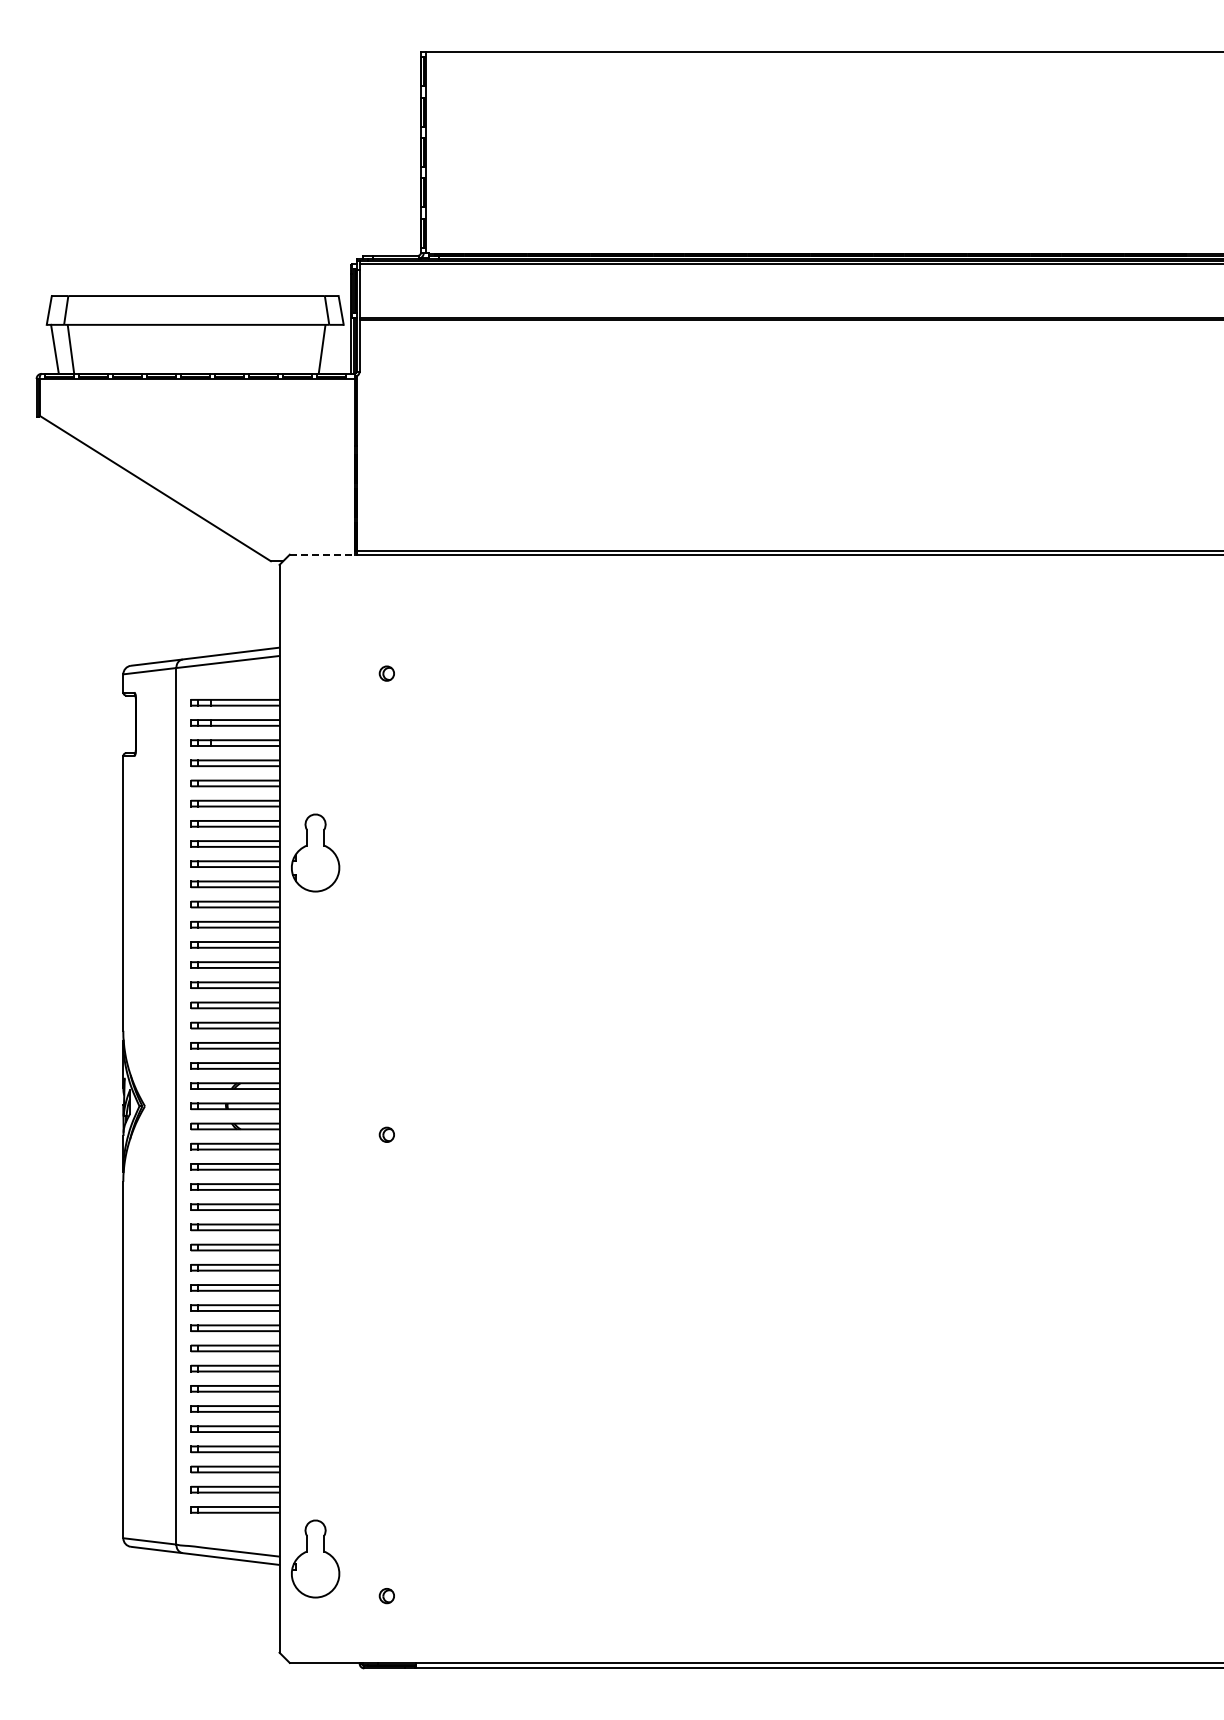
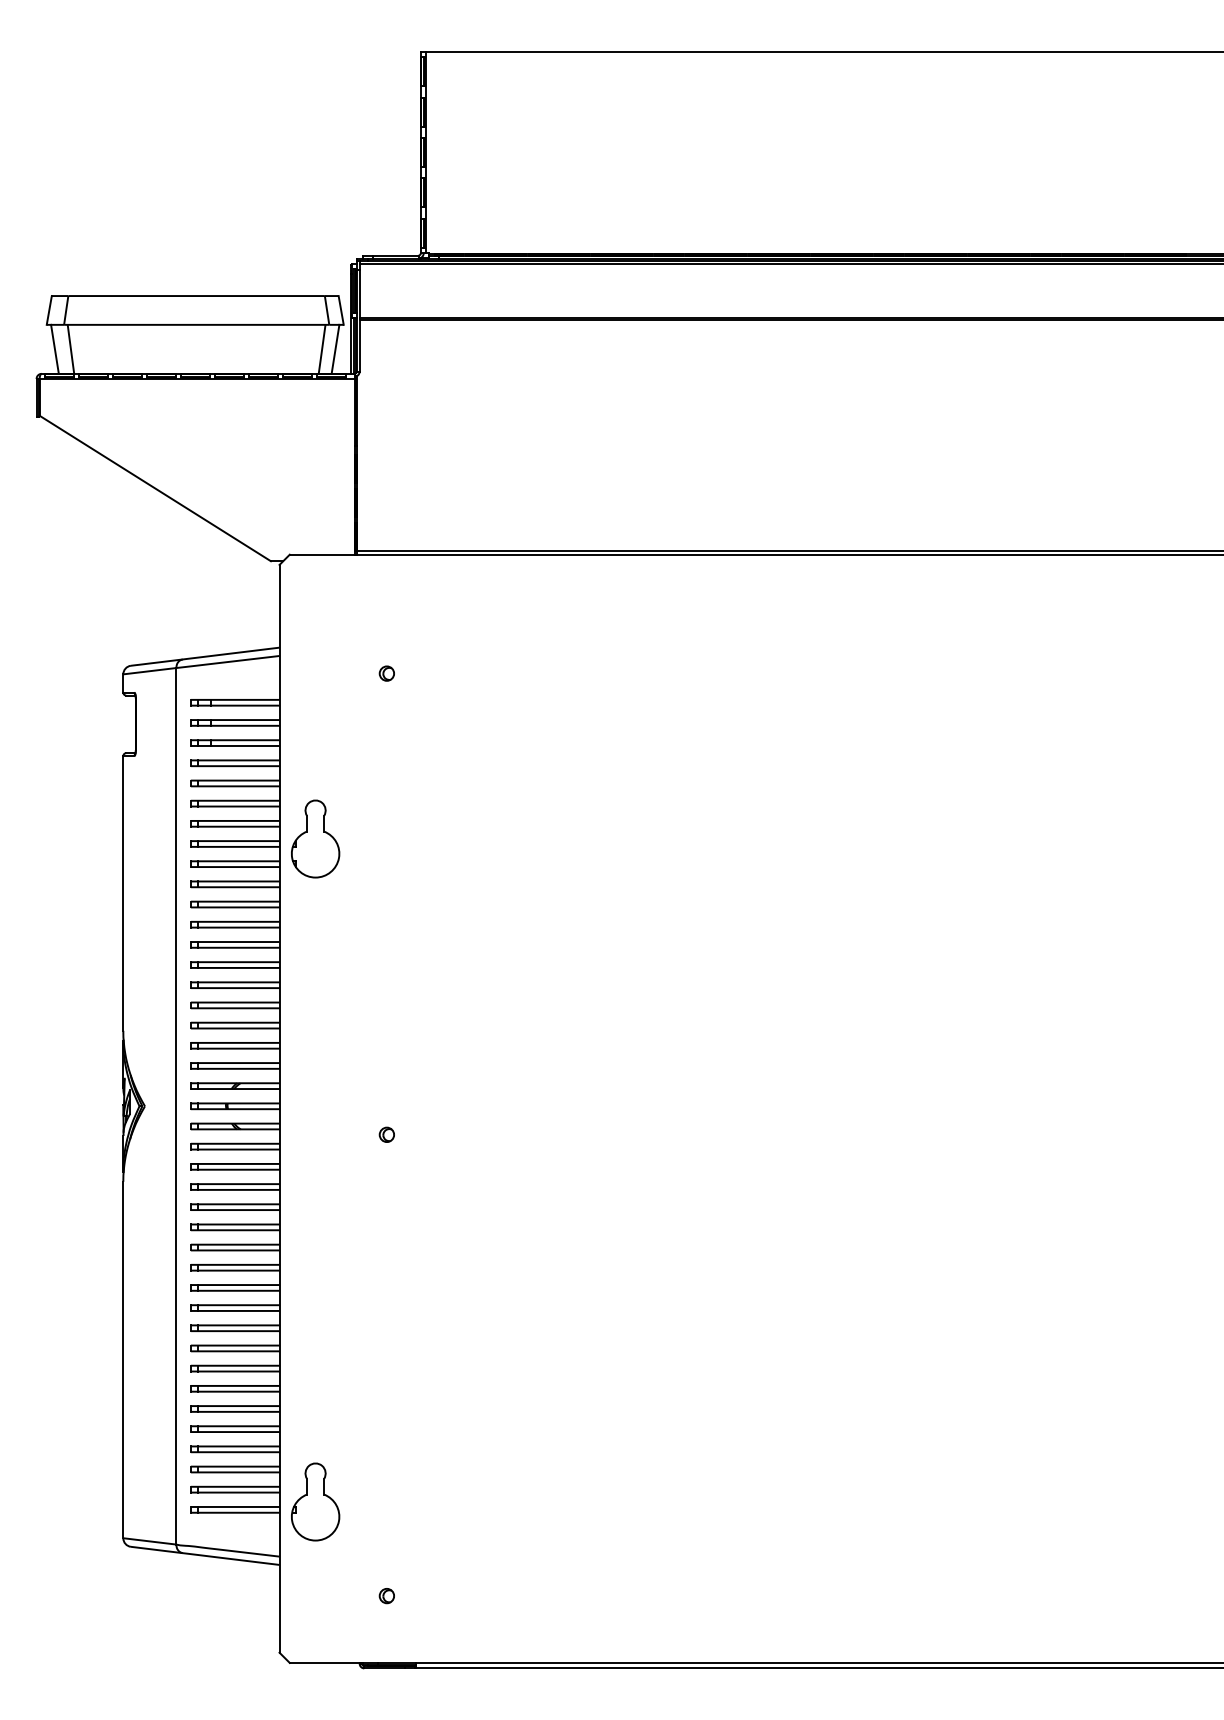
line at (335, 348): none -> present
line at (323, 554): dashed -> solid
part at (315, 852) position: (315, 852) -> (315, 838)
part at (315, 1558) position: (315, 1558) -> (315, 1501)
